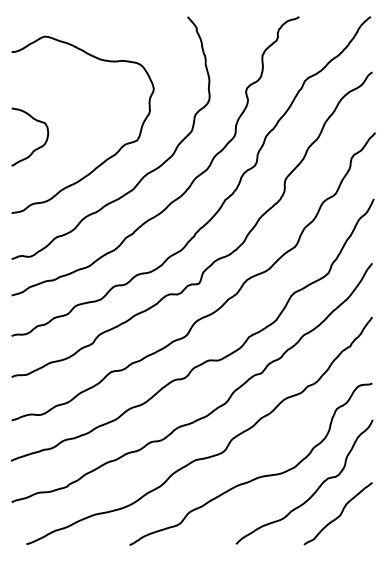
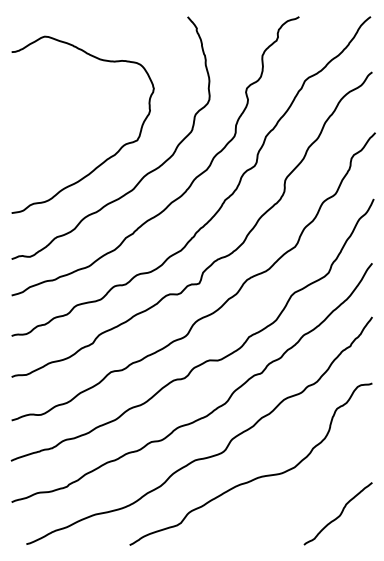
curve at (37, 147): present -> none
curve at (314, 491): present -> none
